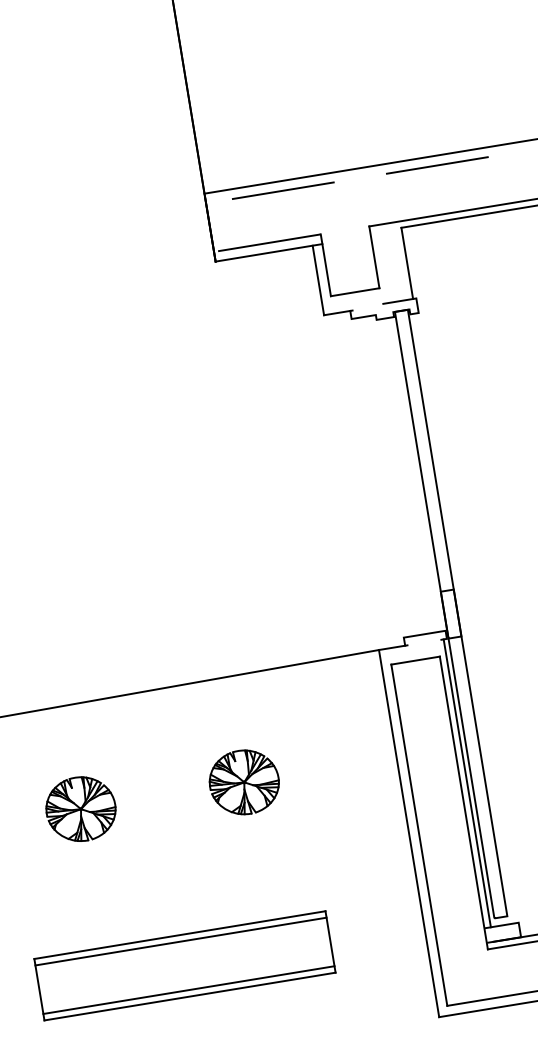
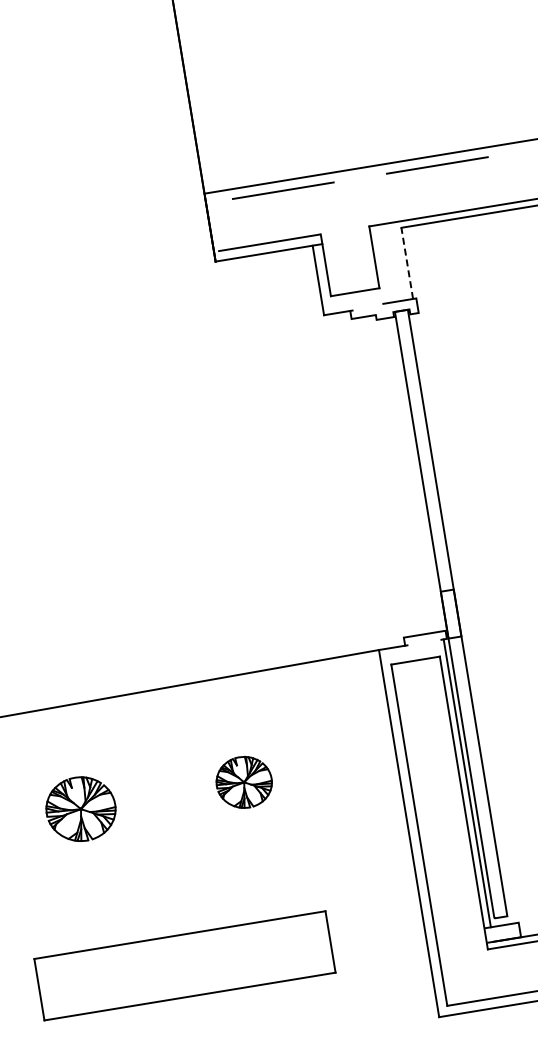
line at (407, 262): solid -> dashed
part at (243, 782) size: 72x67 px -> 58x54 px
line at (180, 941): present -> none
line at (188, 989): present -> none
